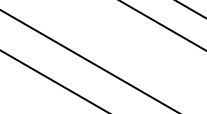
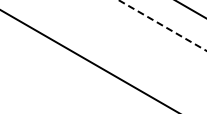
line at (162, 25): solid -> dashed
line at (53, 80): present -> none
